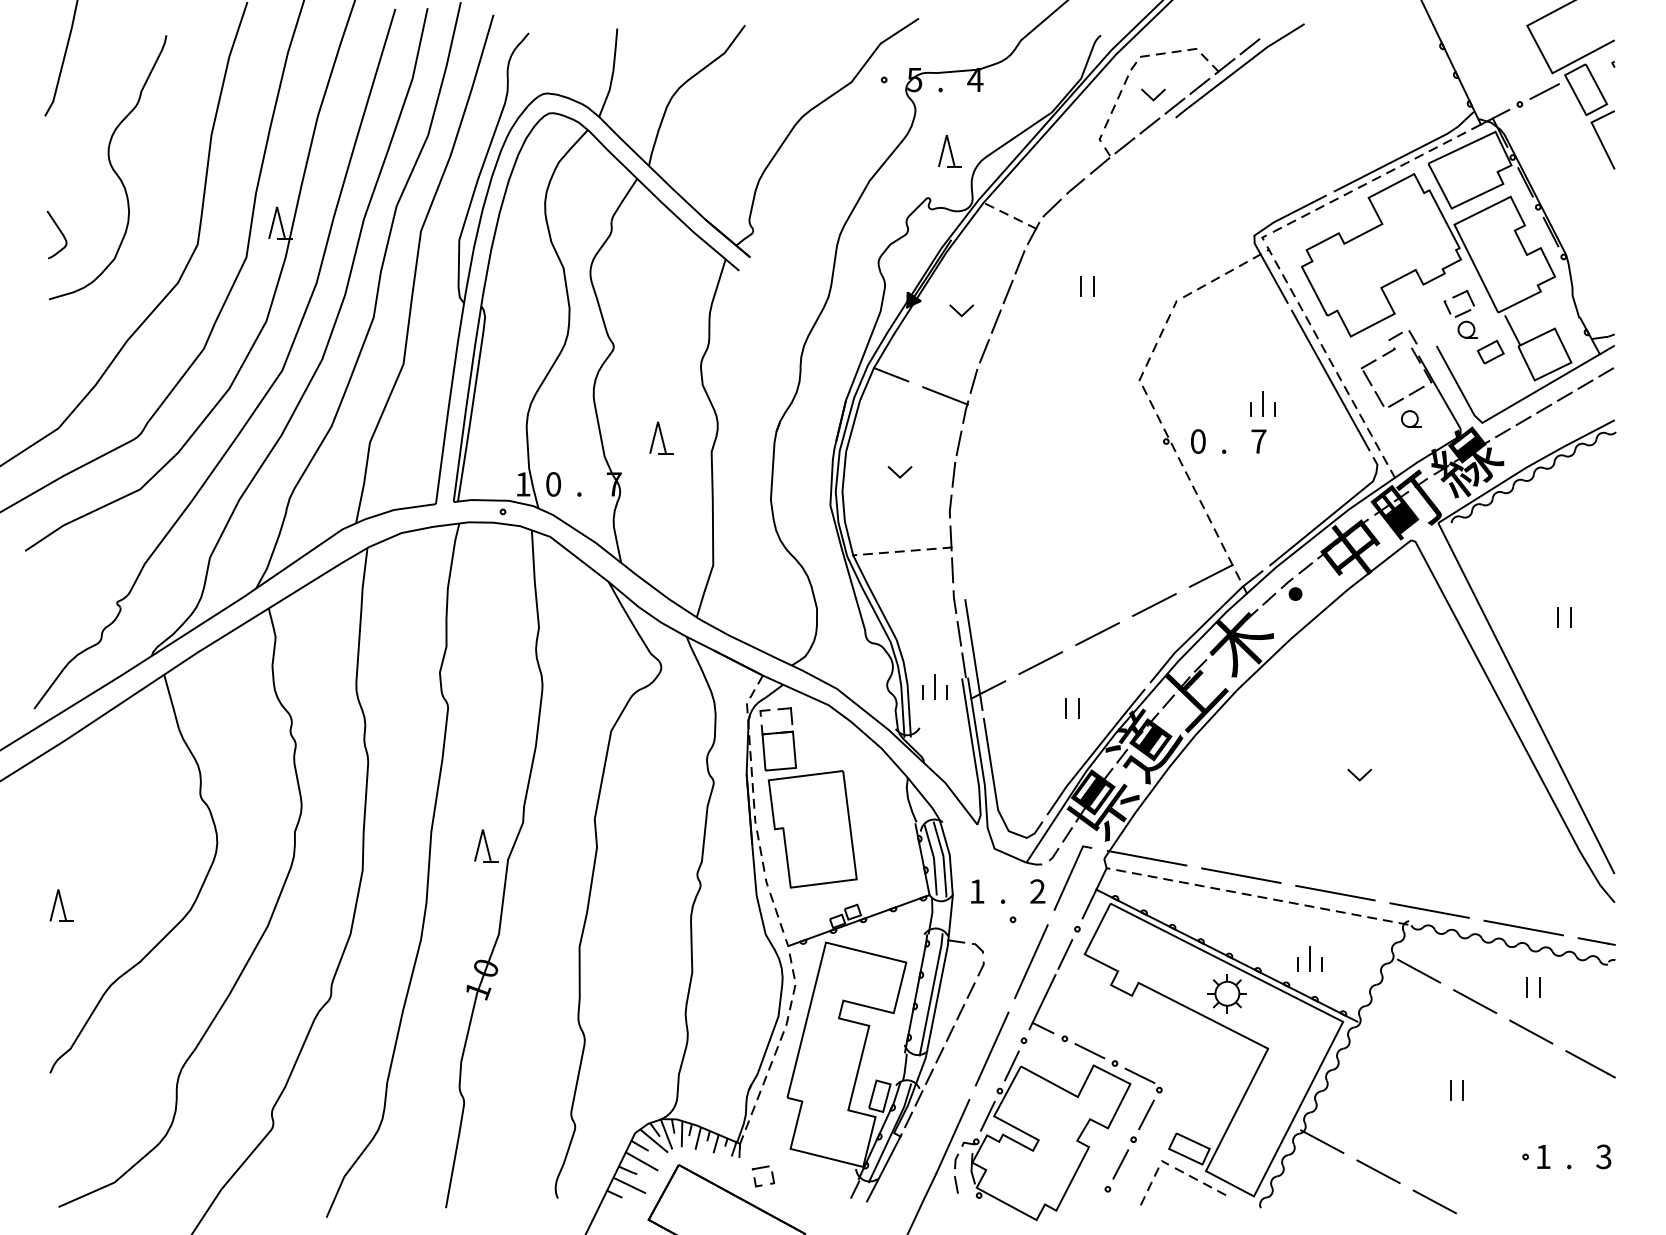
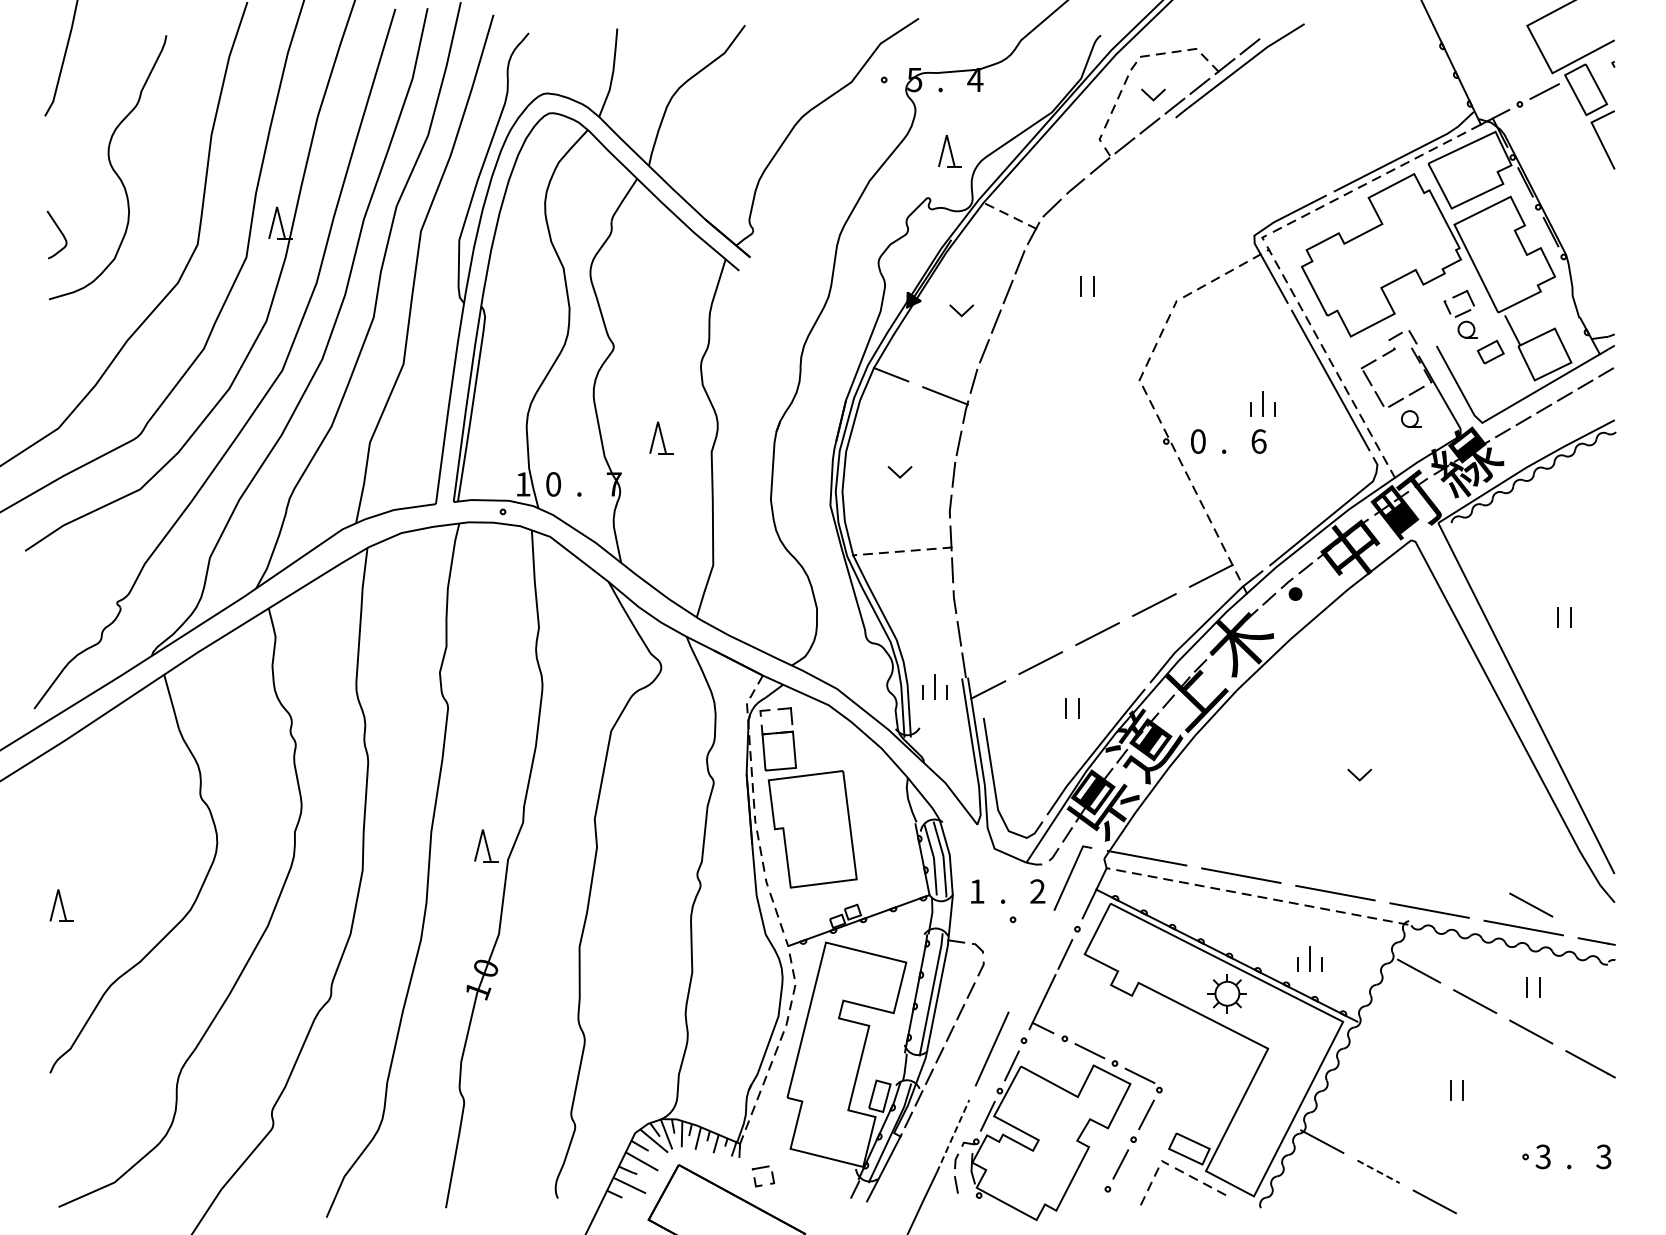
text at (1258, 441): 7 -> 6
line at (973, 655): present -> none
line at (1531, 904): none -> present
line at (1031, 961): present -> none
line at (953, 1136): solid -> dashed
text at (1542, 1156): 1 -> 3
line at (1378, 1171): solid -> dashed
